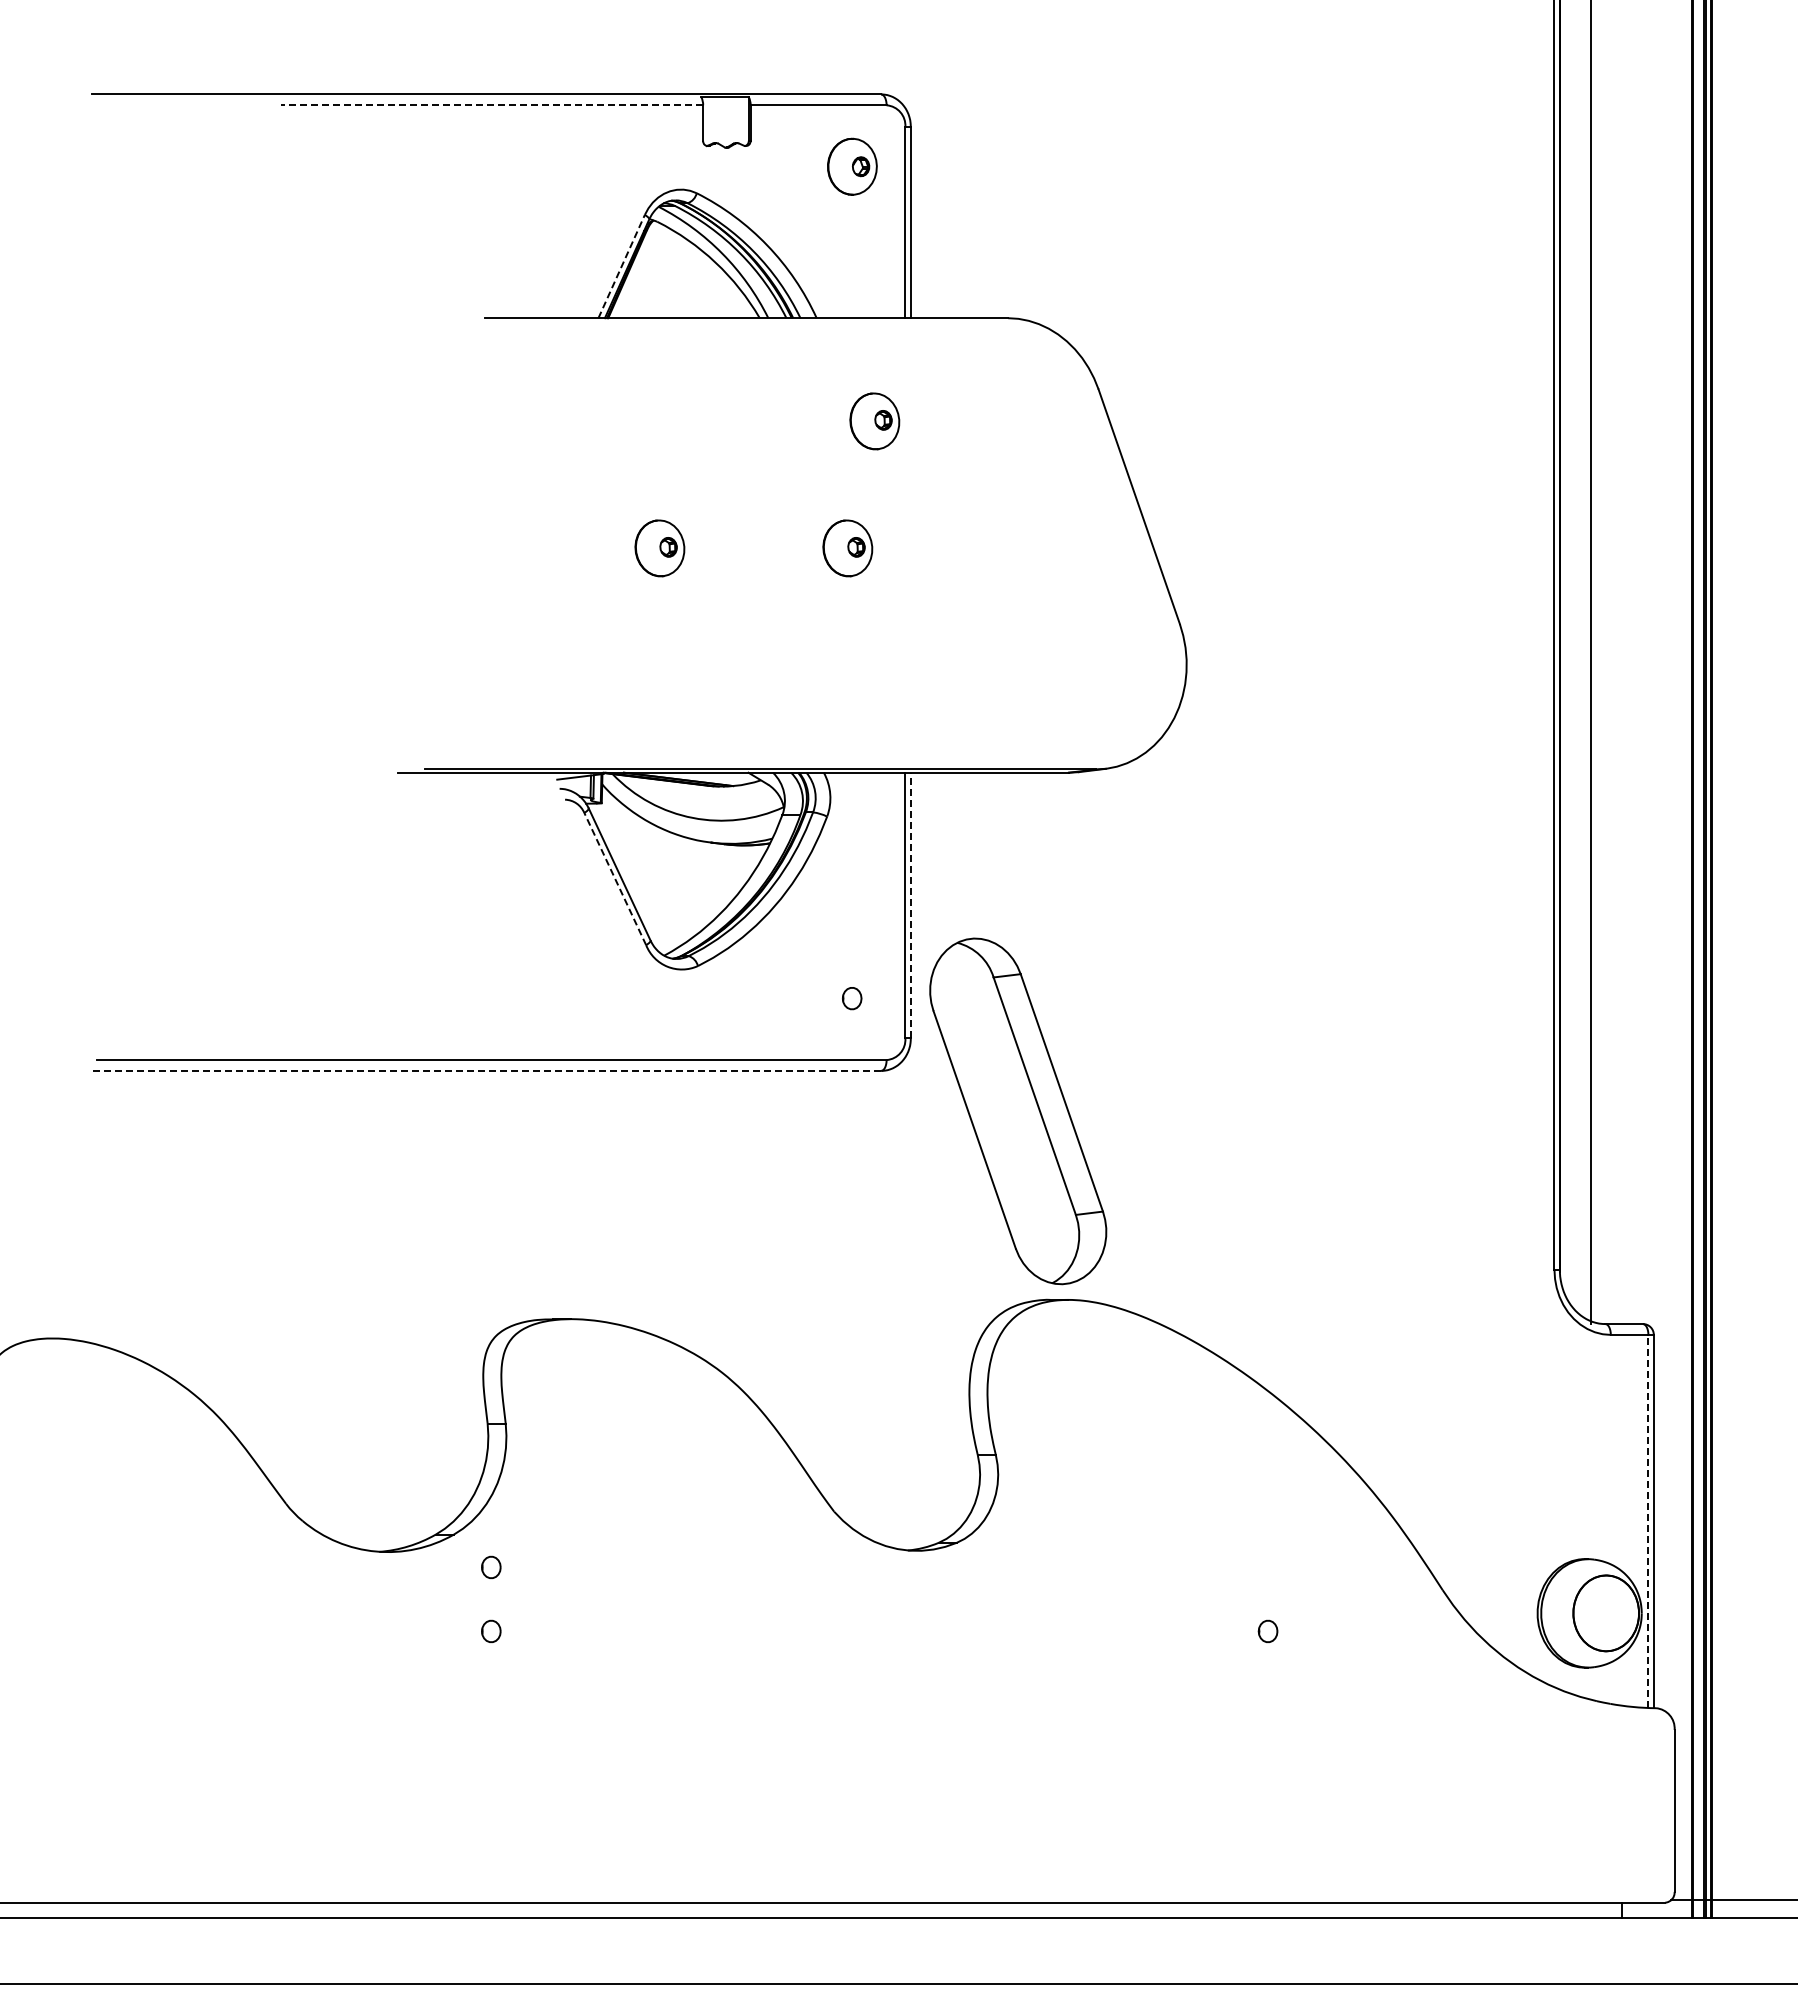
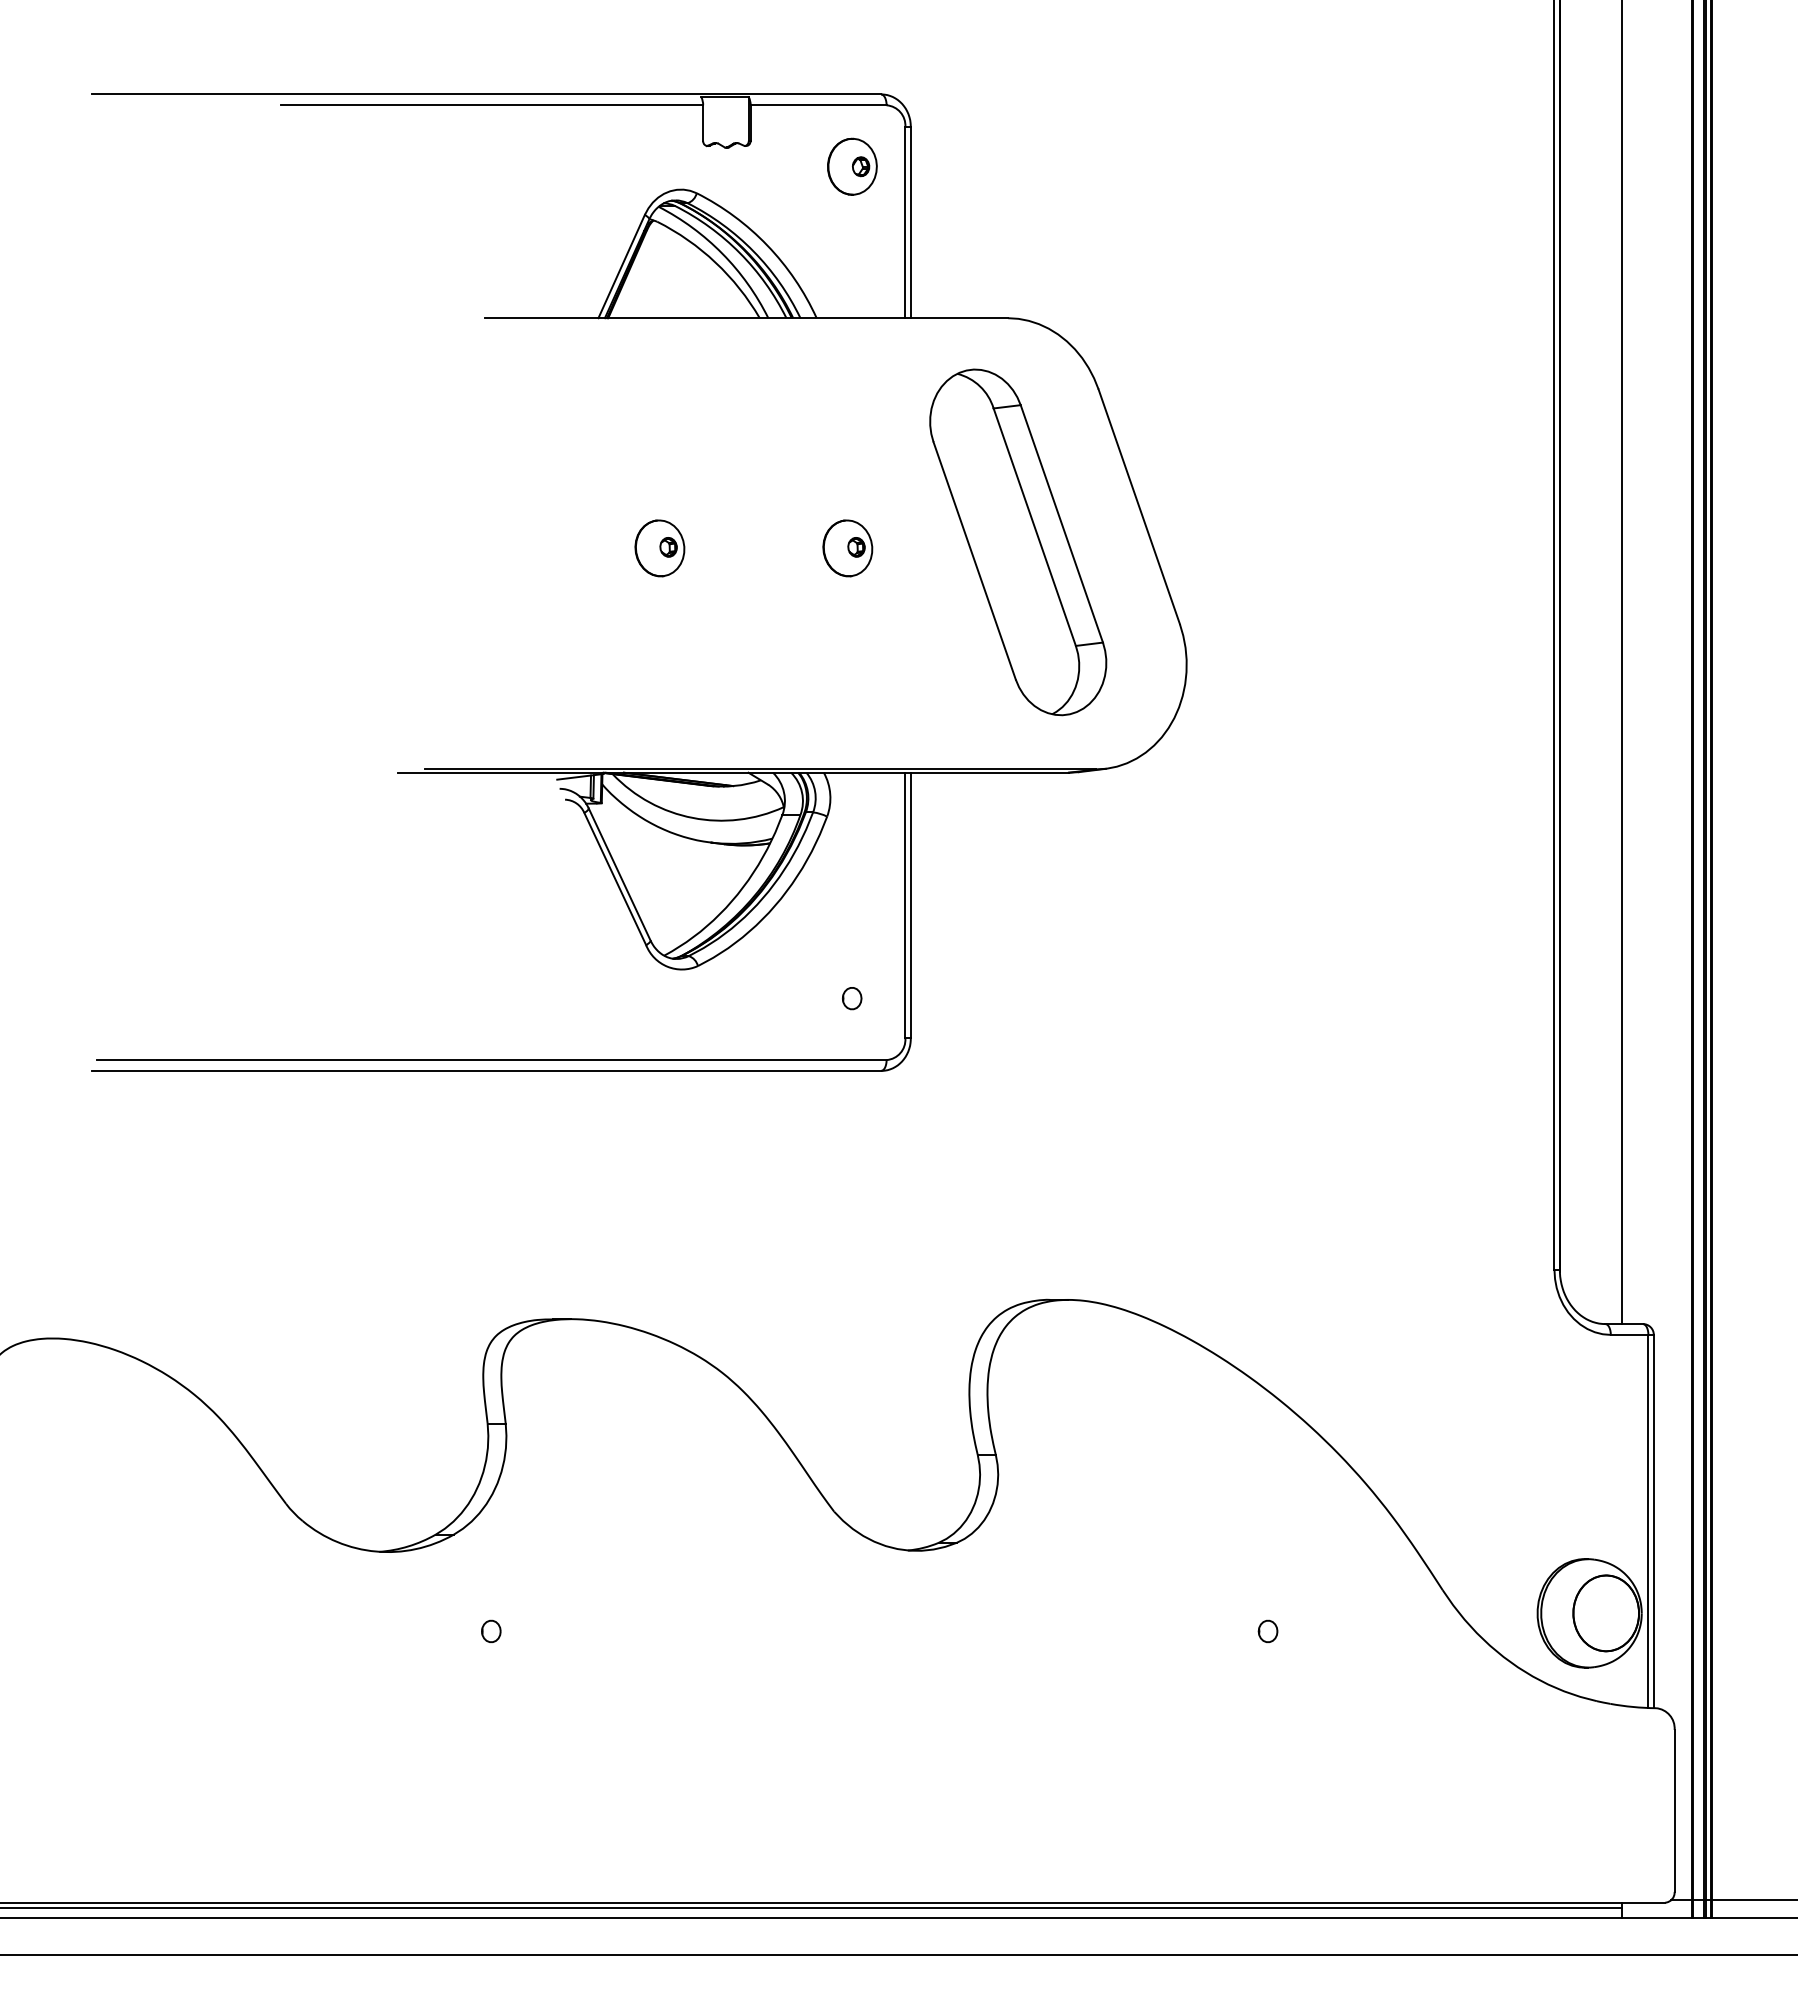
line at (491, 105): dashed -> solid
line at (621, 266): dashed -> solid
part at (874, 421): present -> none
line at (1590, 663) position: (1590, 663) -> (1621, 663)
line at (615, 879): dashed -> solid
line at (910, 905): dashed -> solid
line at (486, 1070): dashed -> solid
part at (1018, 1111) position: (1018, 1111) -> (1018, 542)
line at (1648, 1521): dashed -> solid
part at (491, 1566): present -> none
line at (811, 1907): none -> present
line at (898, 1983) position: (898, 1983) -> (898, 1954)
